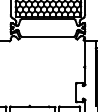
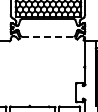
line at (48, 36): solid -> dashed
